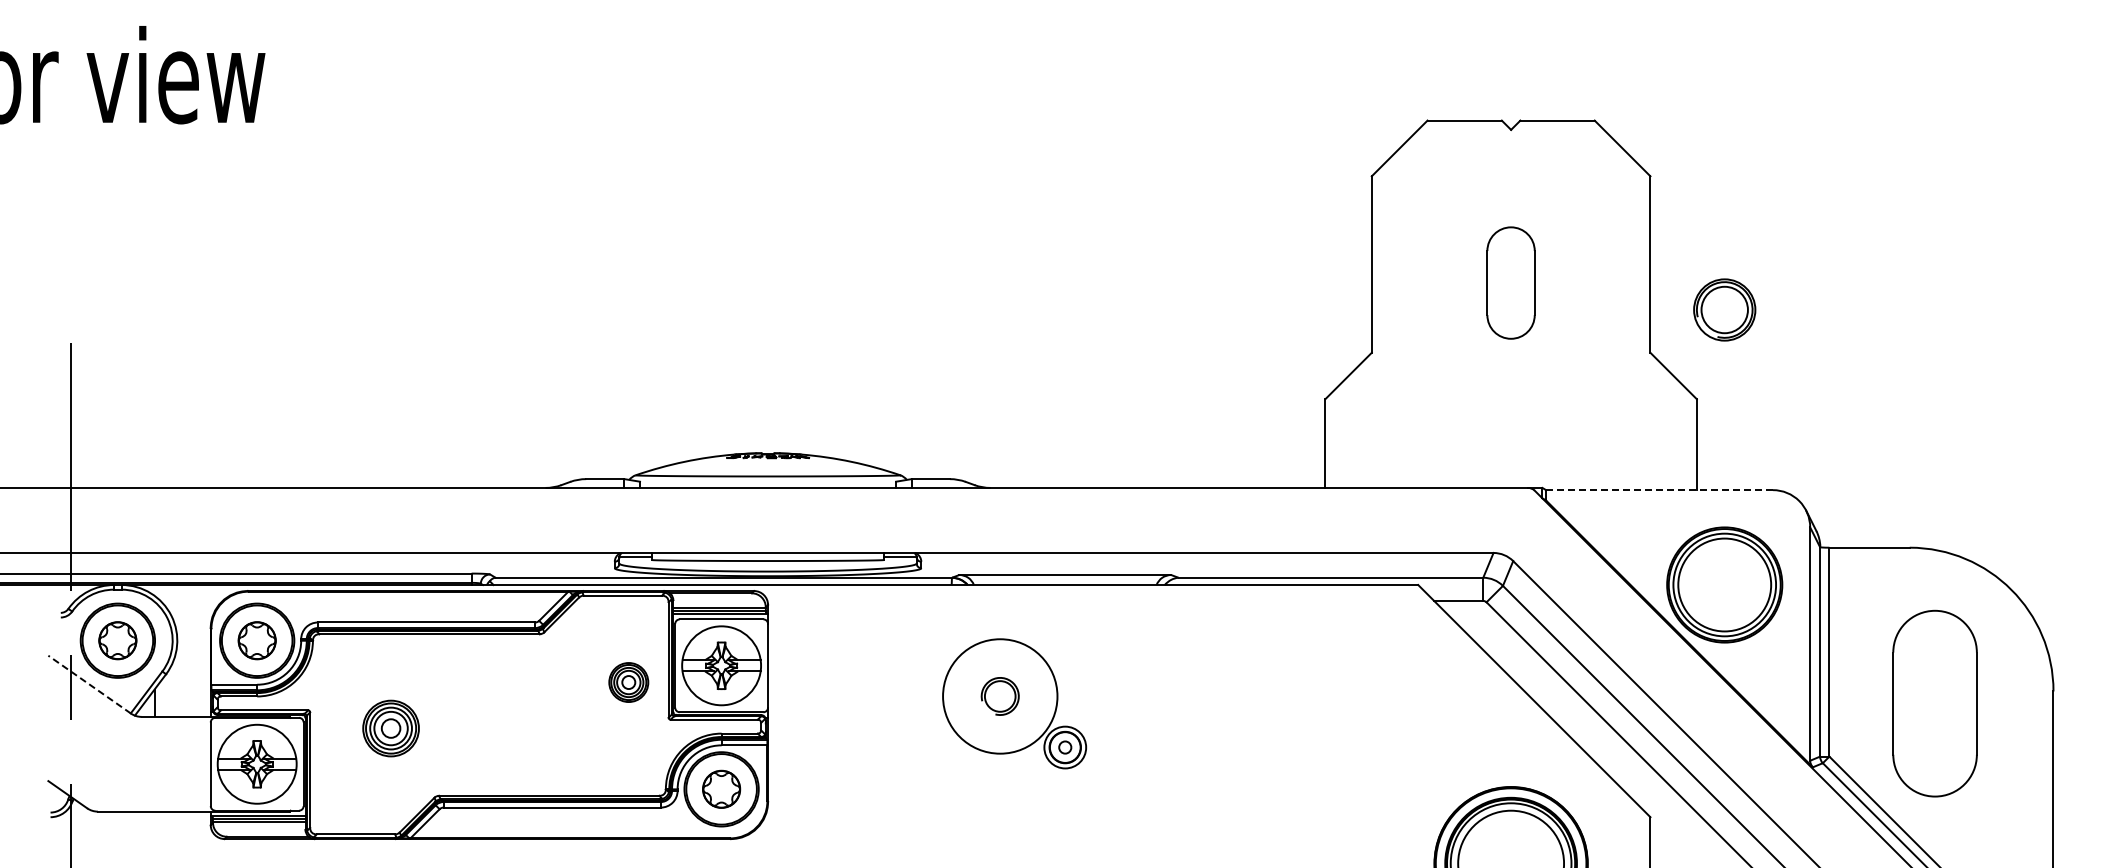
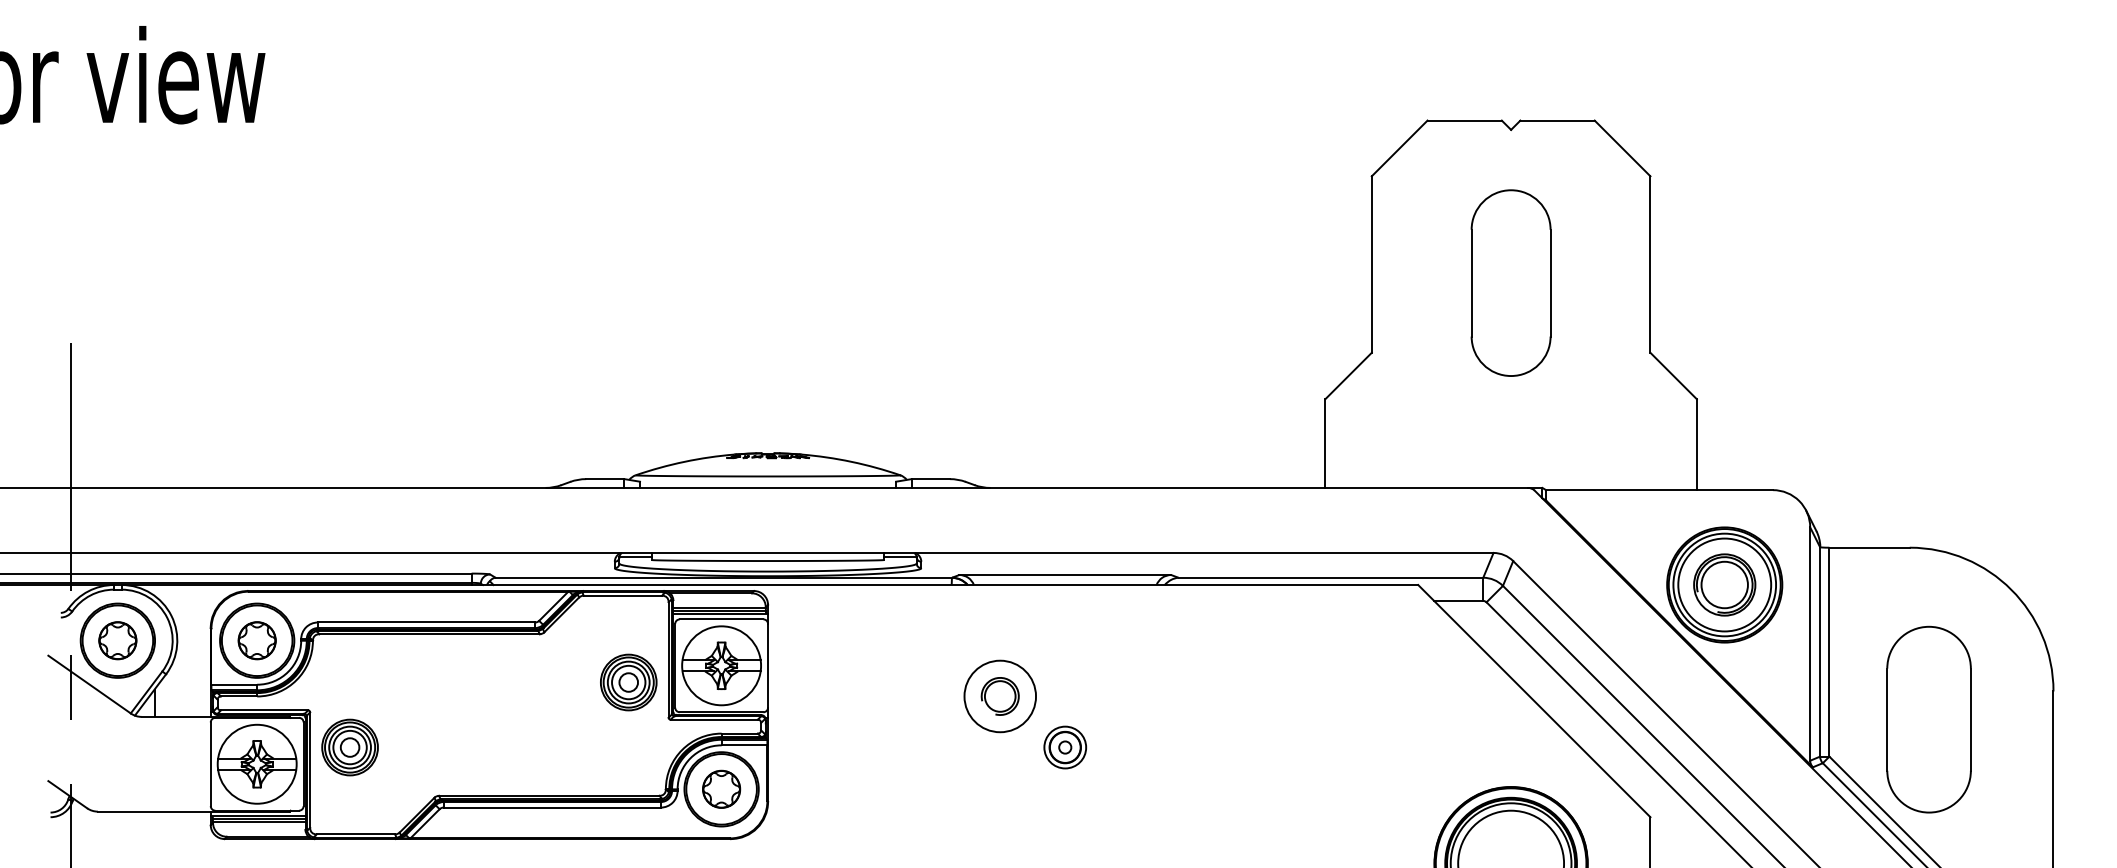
part at (1510, 282) size: 50x114 px -> 82x188 px
part at (1724, 309) position: (1724, 309) -> (1724, 584)
line at (1660, 490): dashed -> solid
part at (628, 682) size: 42x41 px -> 58x59 px
line at (89, 684): dashed -> solid
circle at (1000, 696) diameter: 114 px -> 72 px
part at (1934, 703) position: (1934, 703) -> (1928, 719)
part at (390, 728) position: (390, 728) -> (349, 747)
